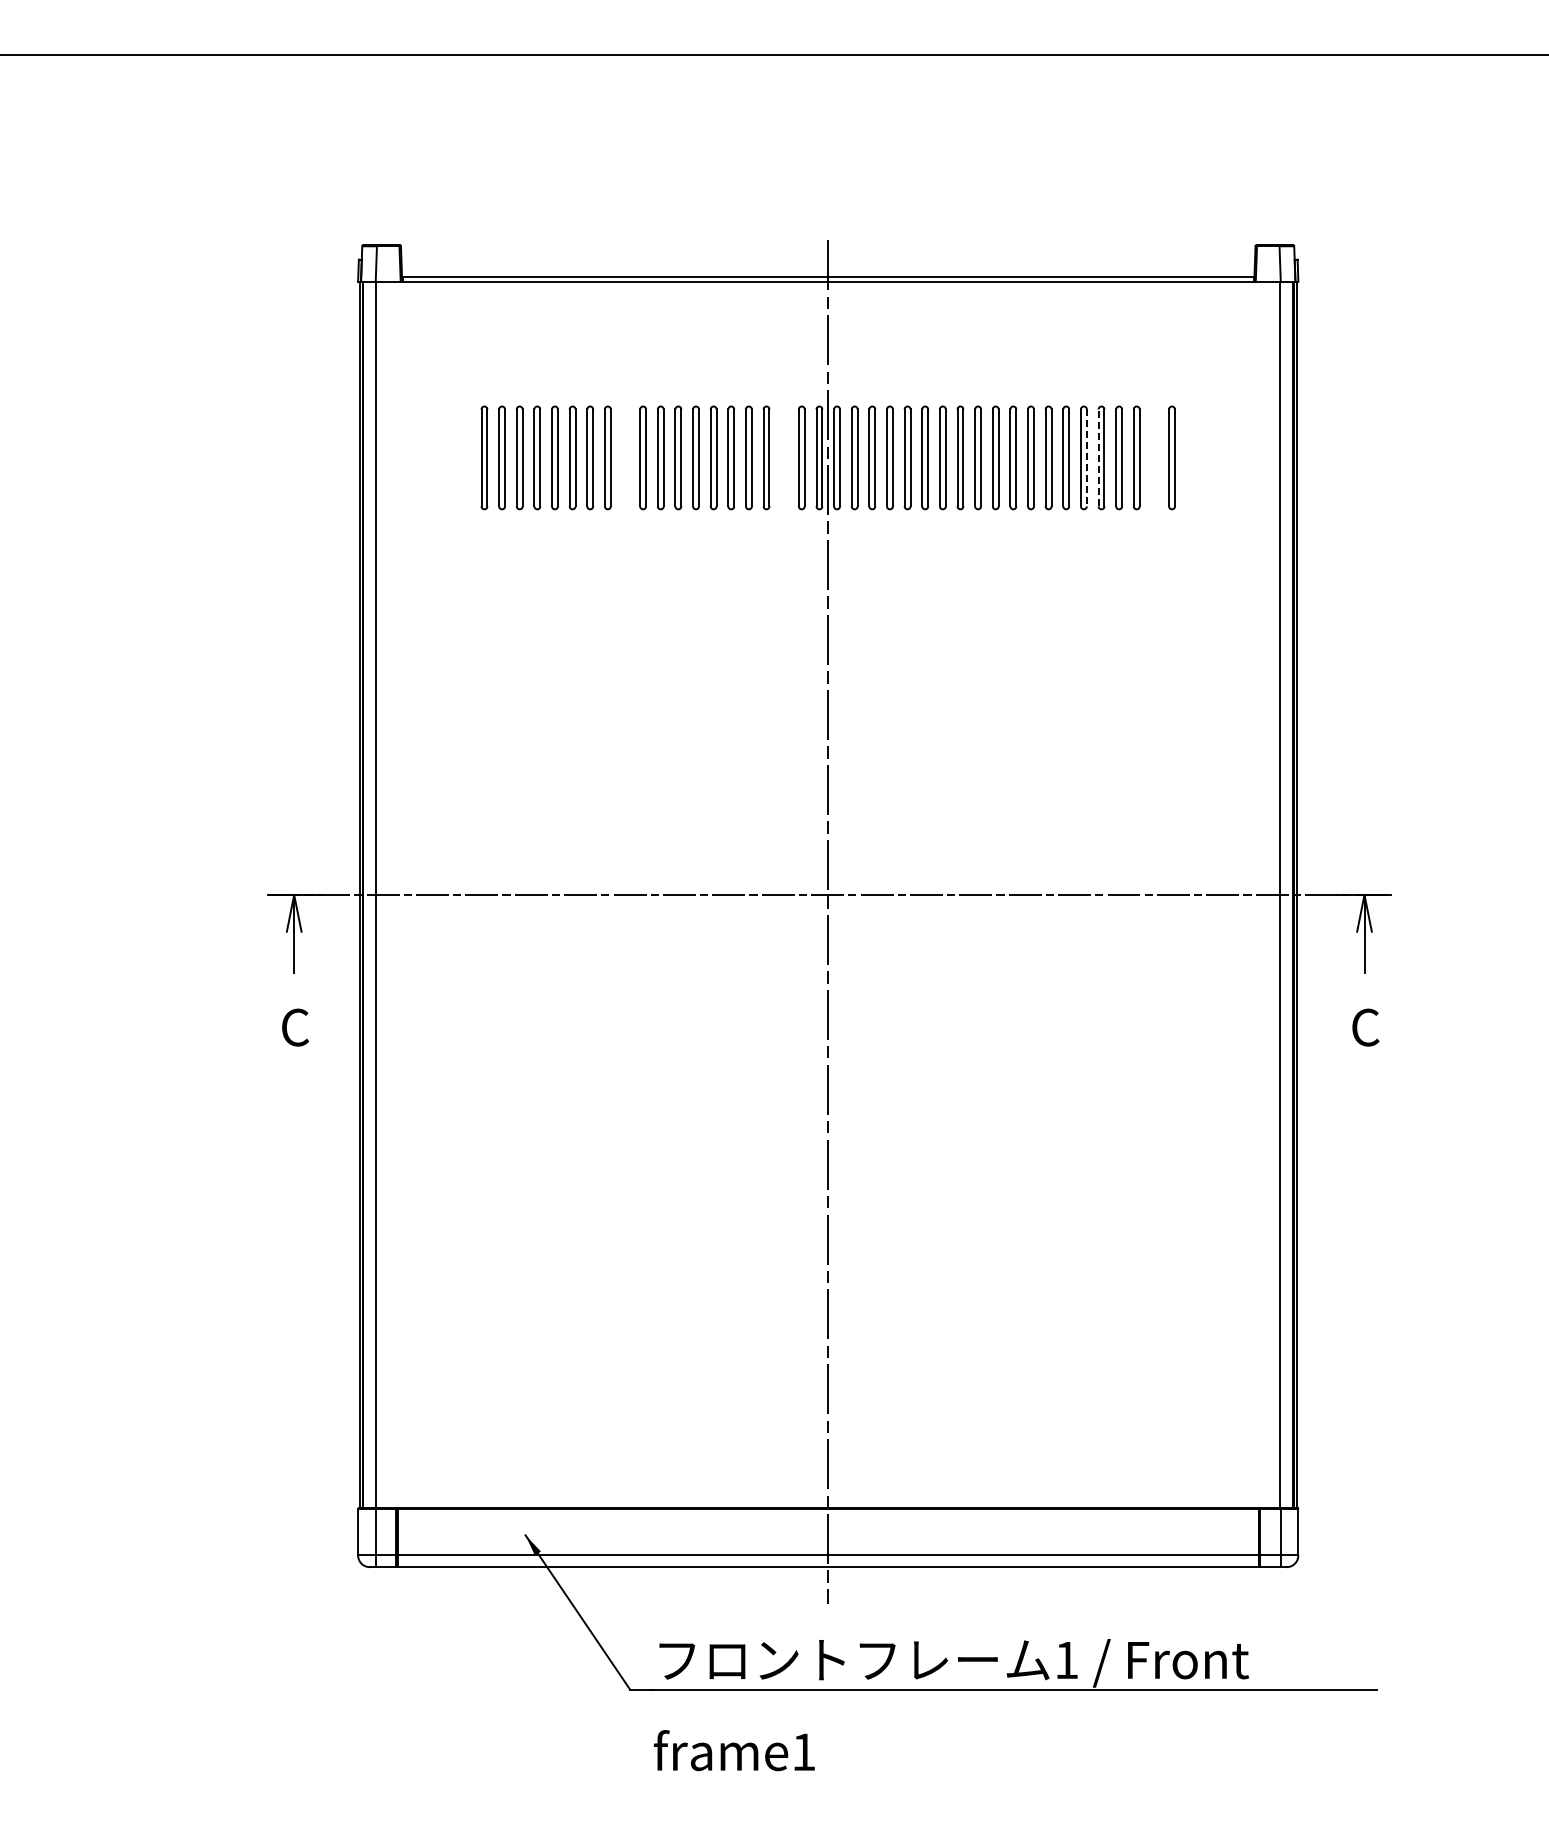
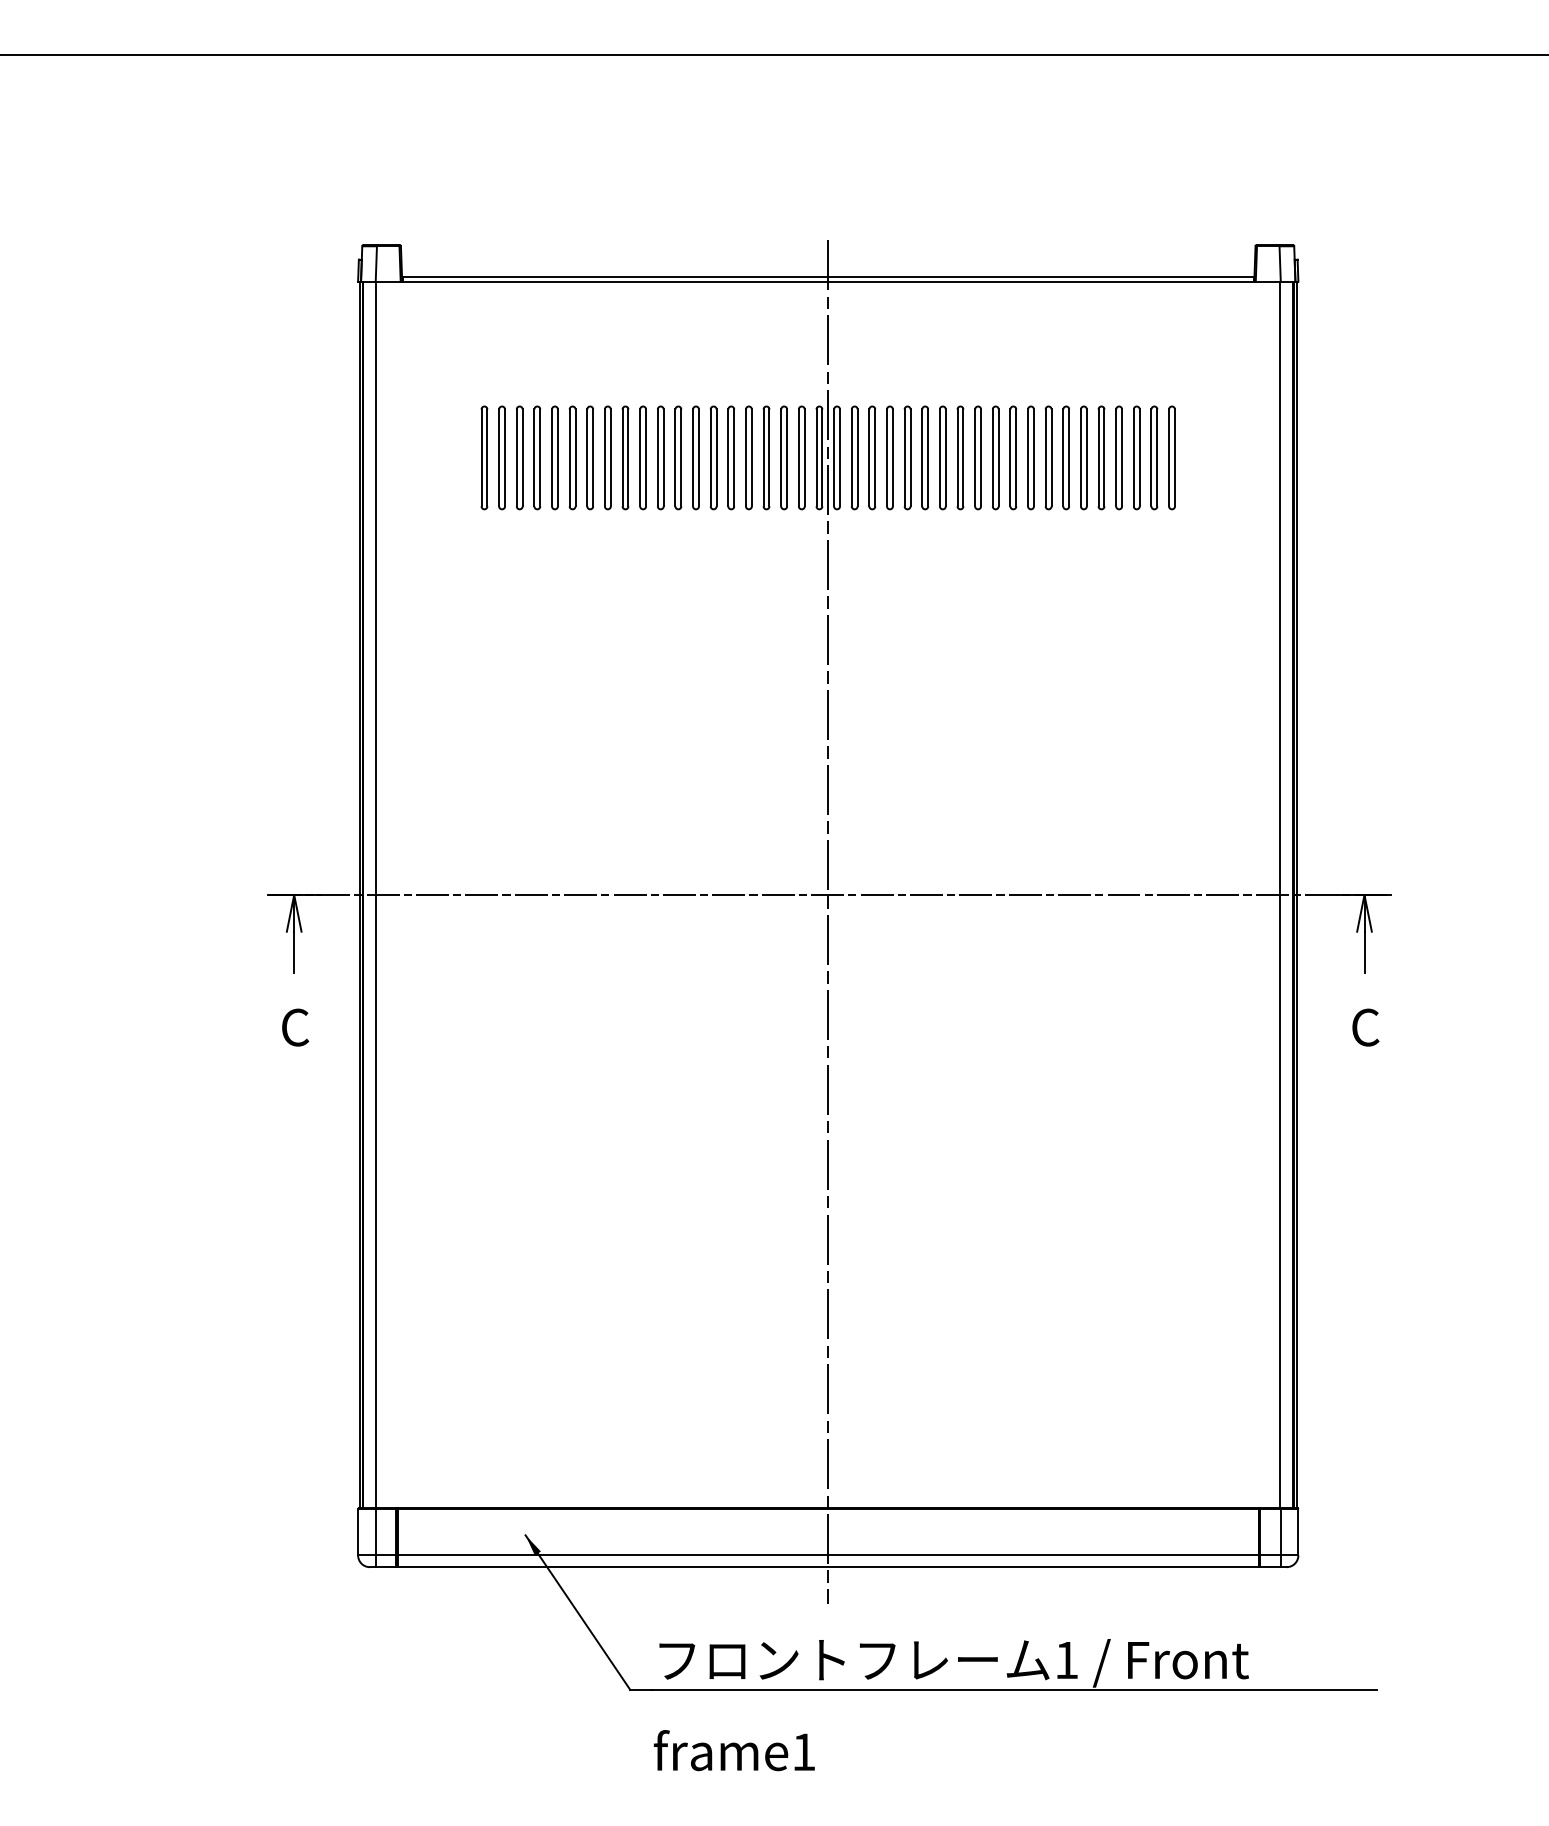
part at (625, 457): none -> present
part at (783, 457): none -> present
line at (1098, 457): dashed -> solid
part at (1154, 457): none -> present
line at (1086, 458): dashed -> solid
